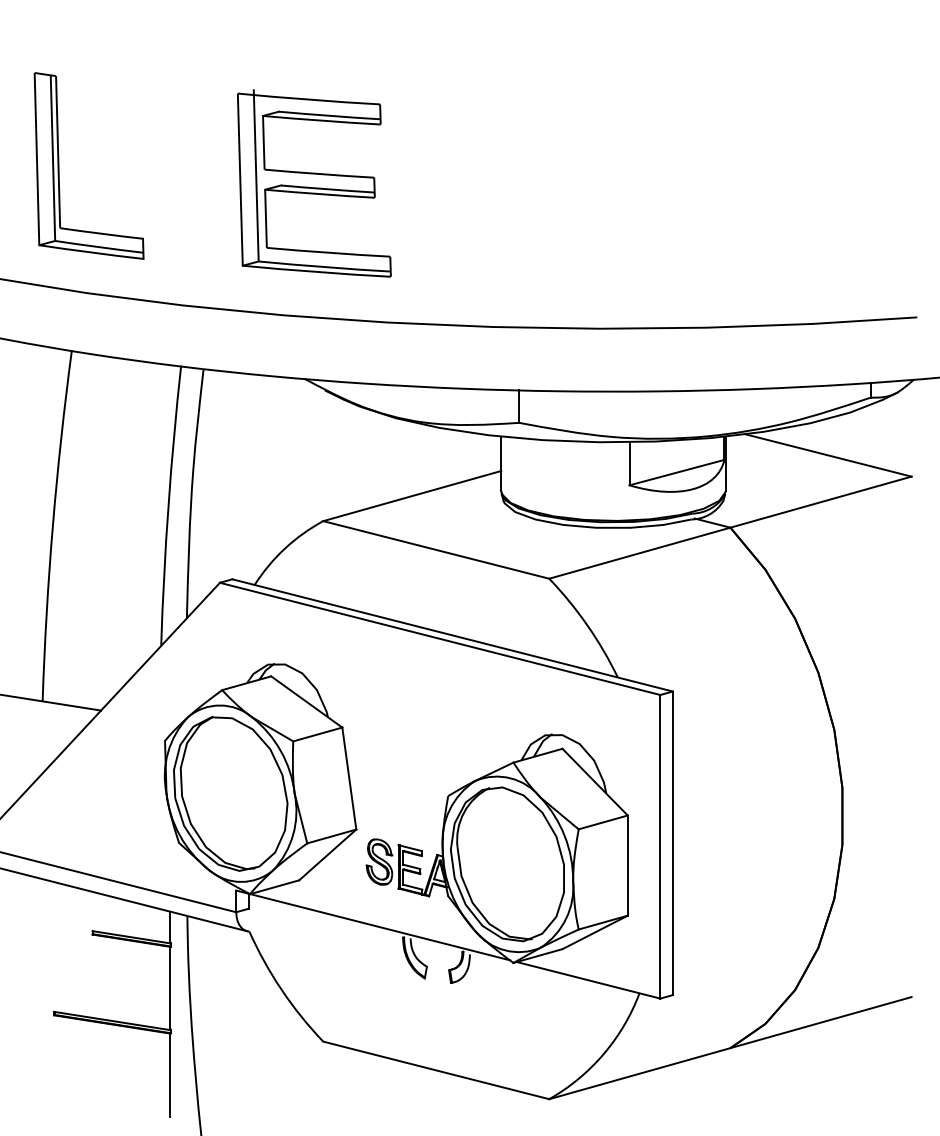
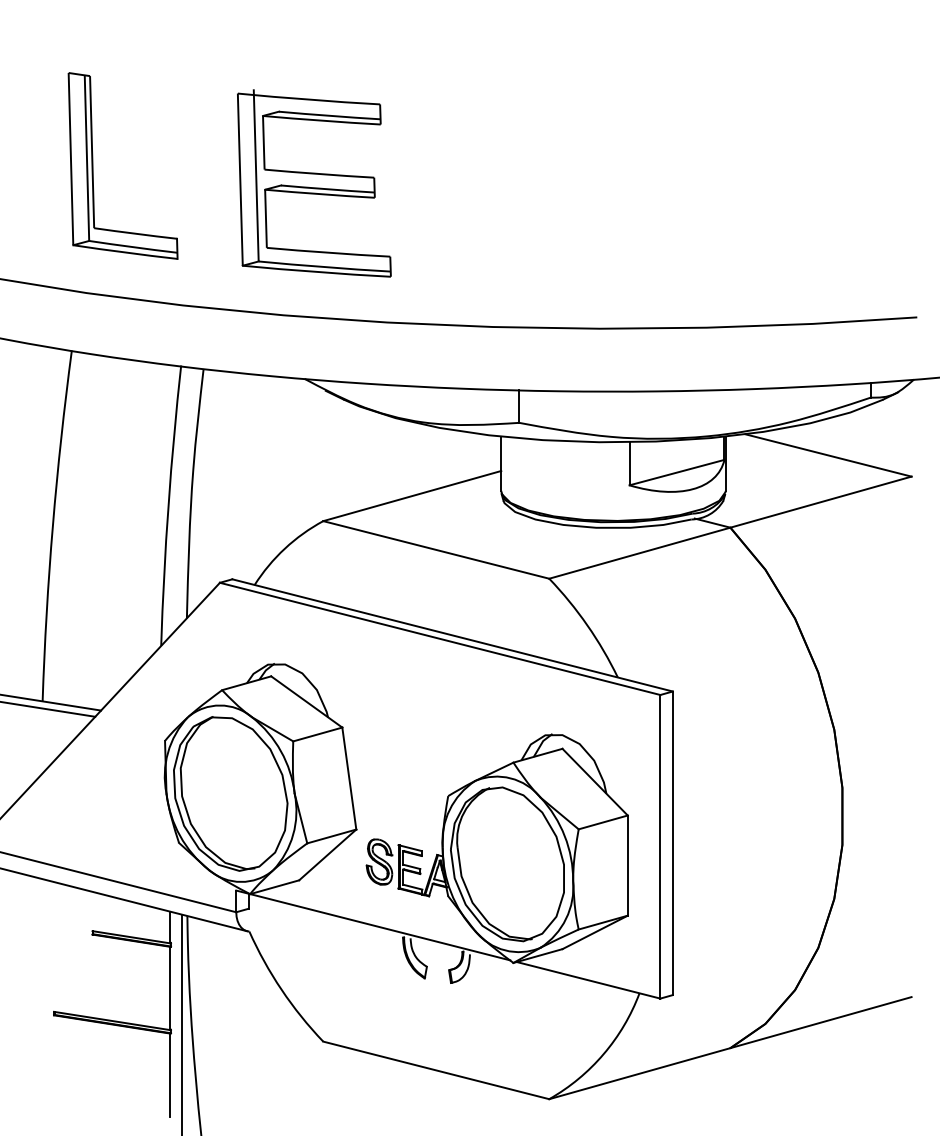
part at (59, 165) position: (59, 165) -> (93, 165)
line at (48, 709): none -> present
line at (181, 1023): none -> present
